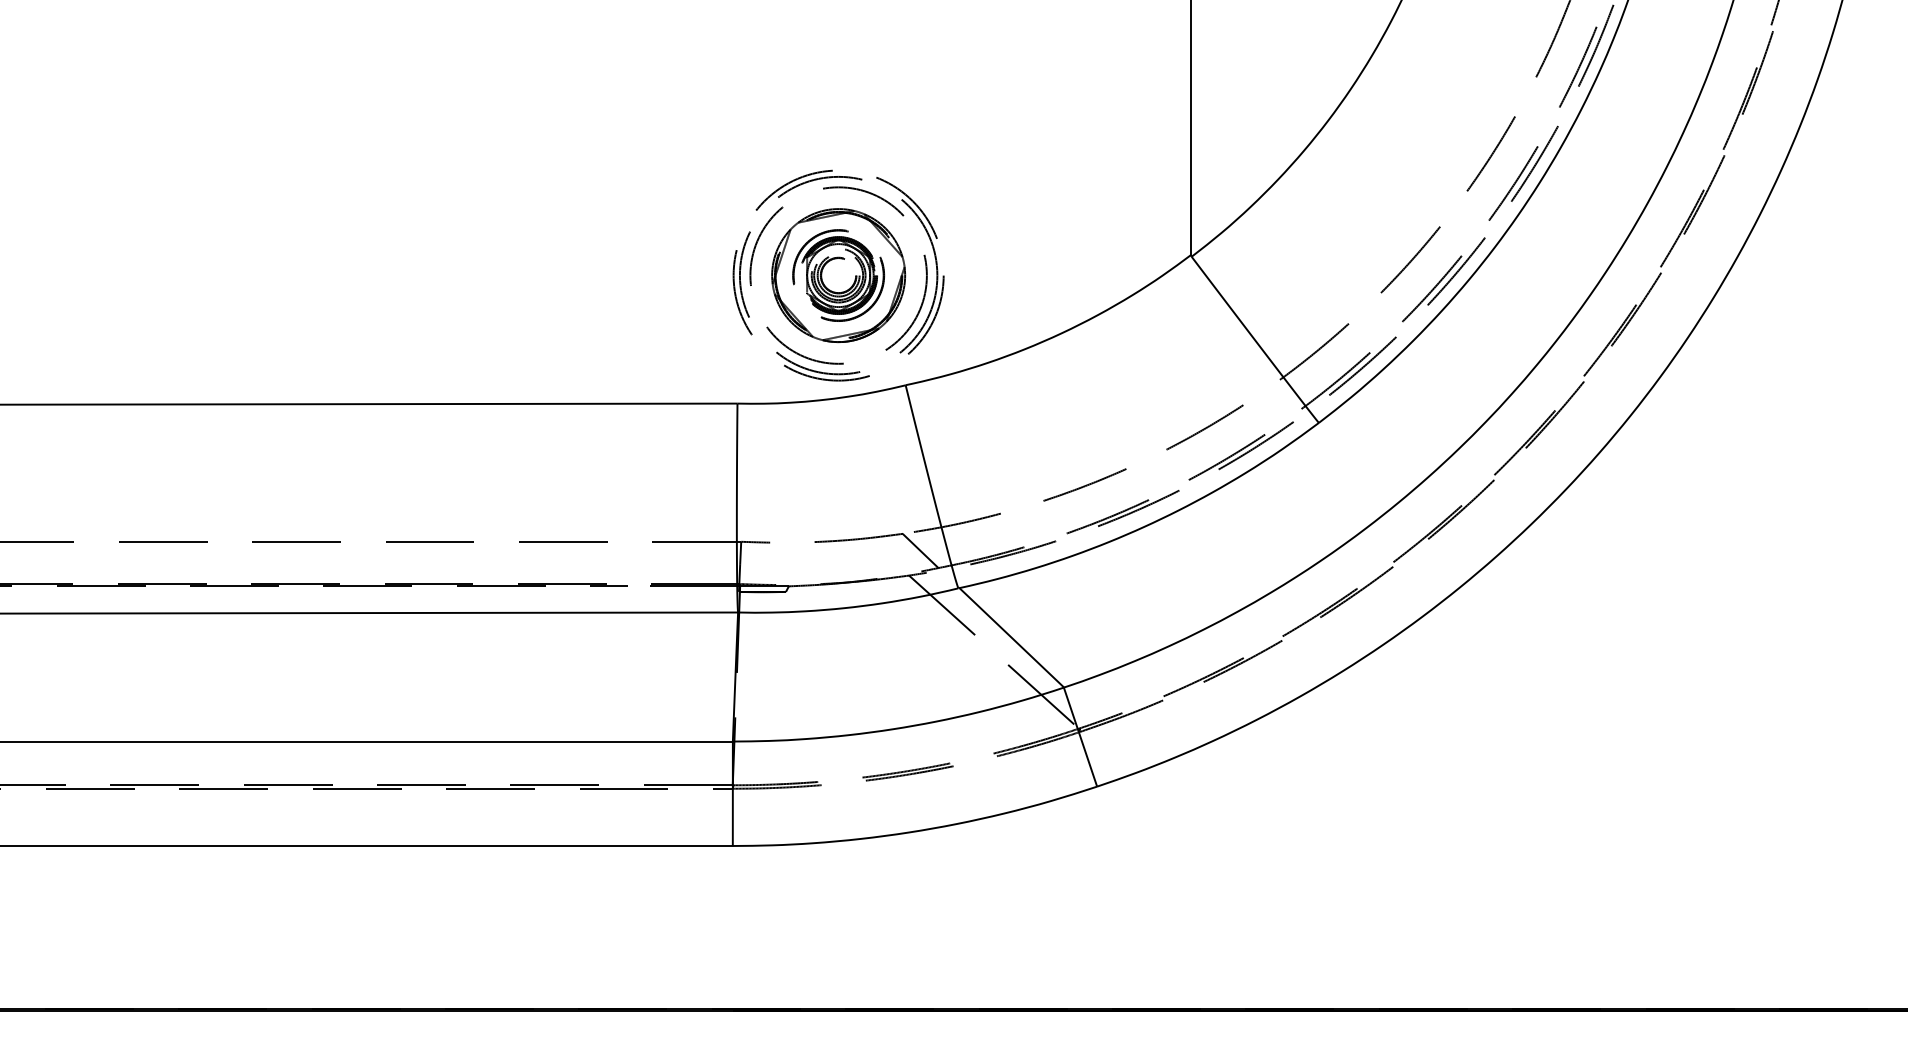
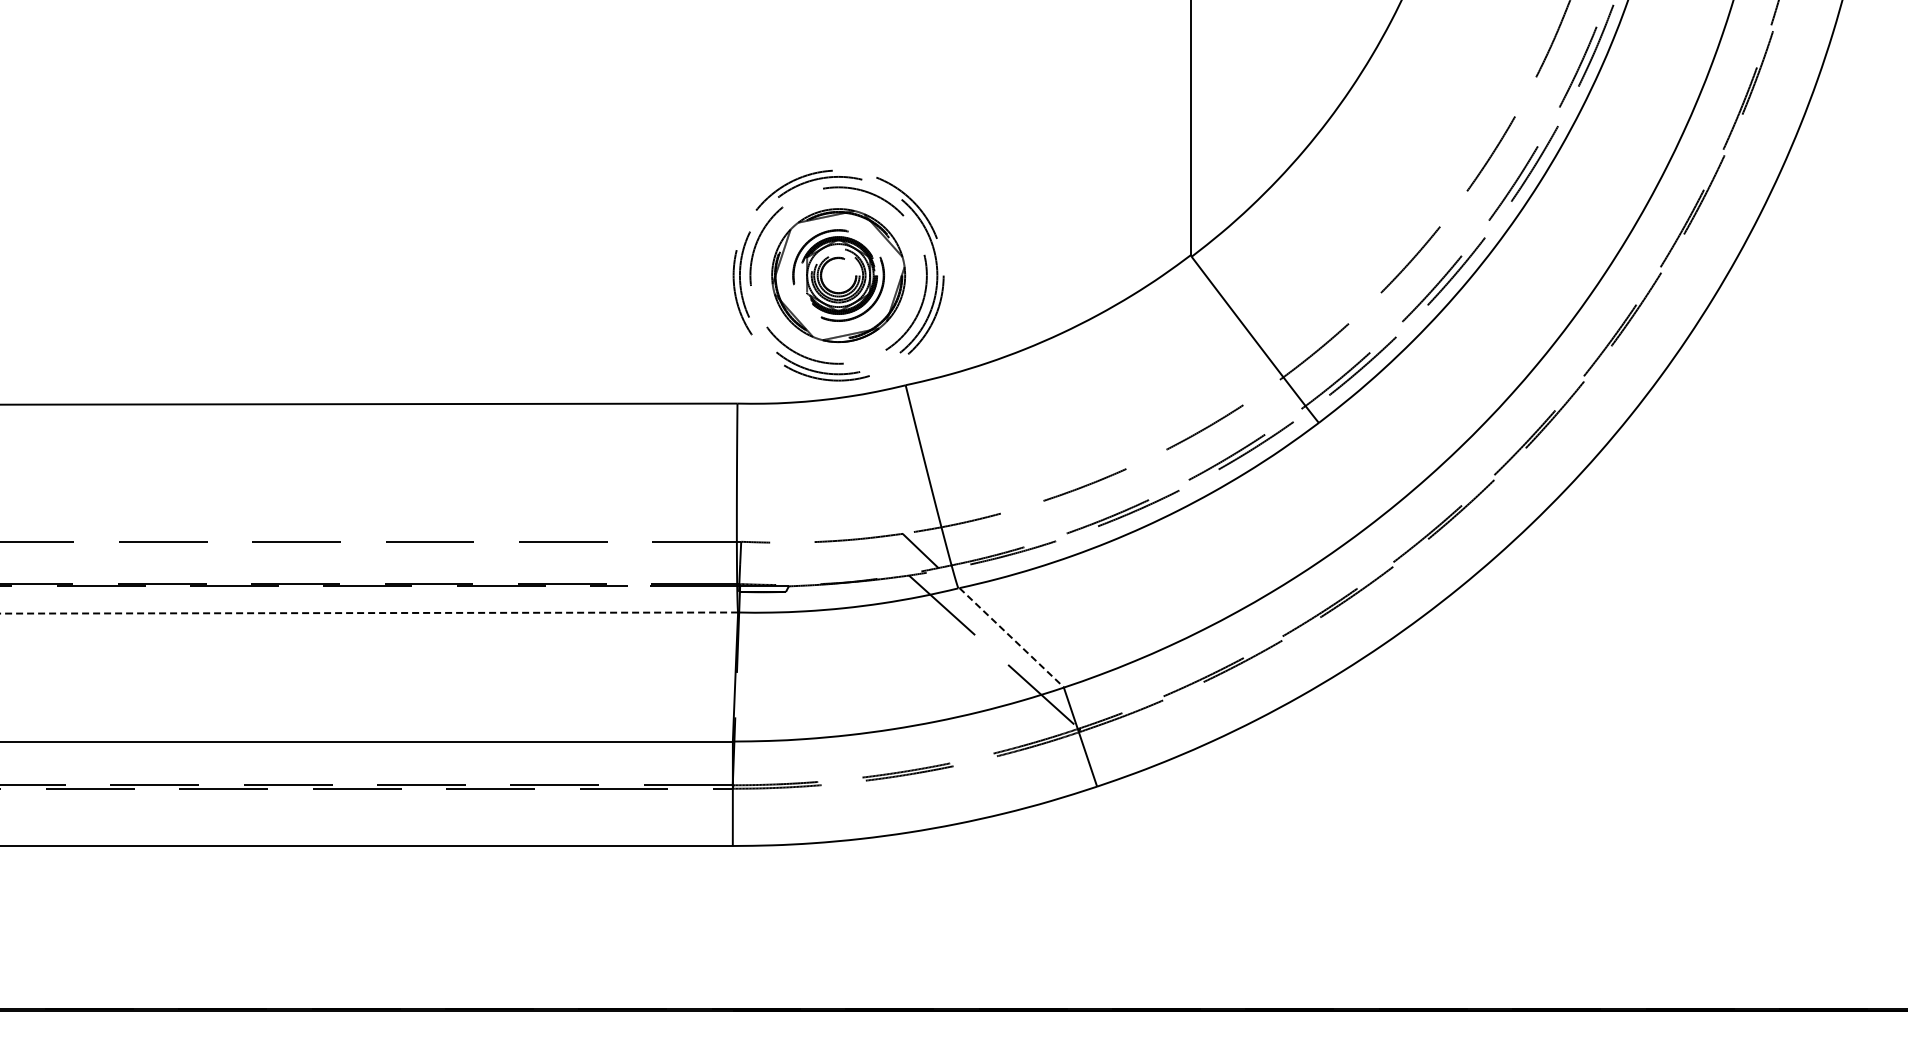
line at (368, 613): solid -> dashed
line at (1012, 638): solid -> dashed
